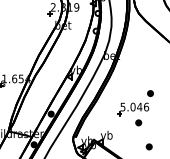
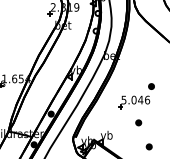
part at (135, 103) position: (135, 103) -> (136, 96)
